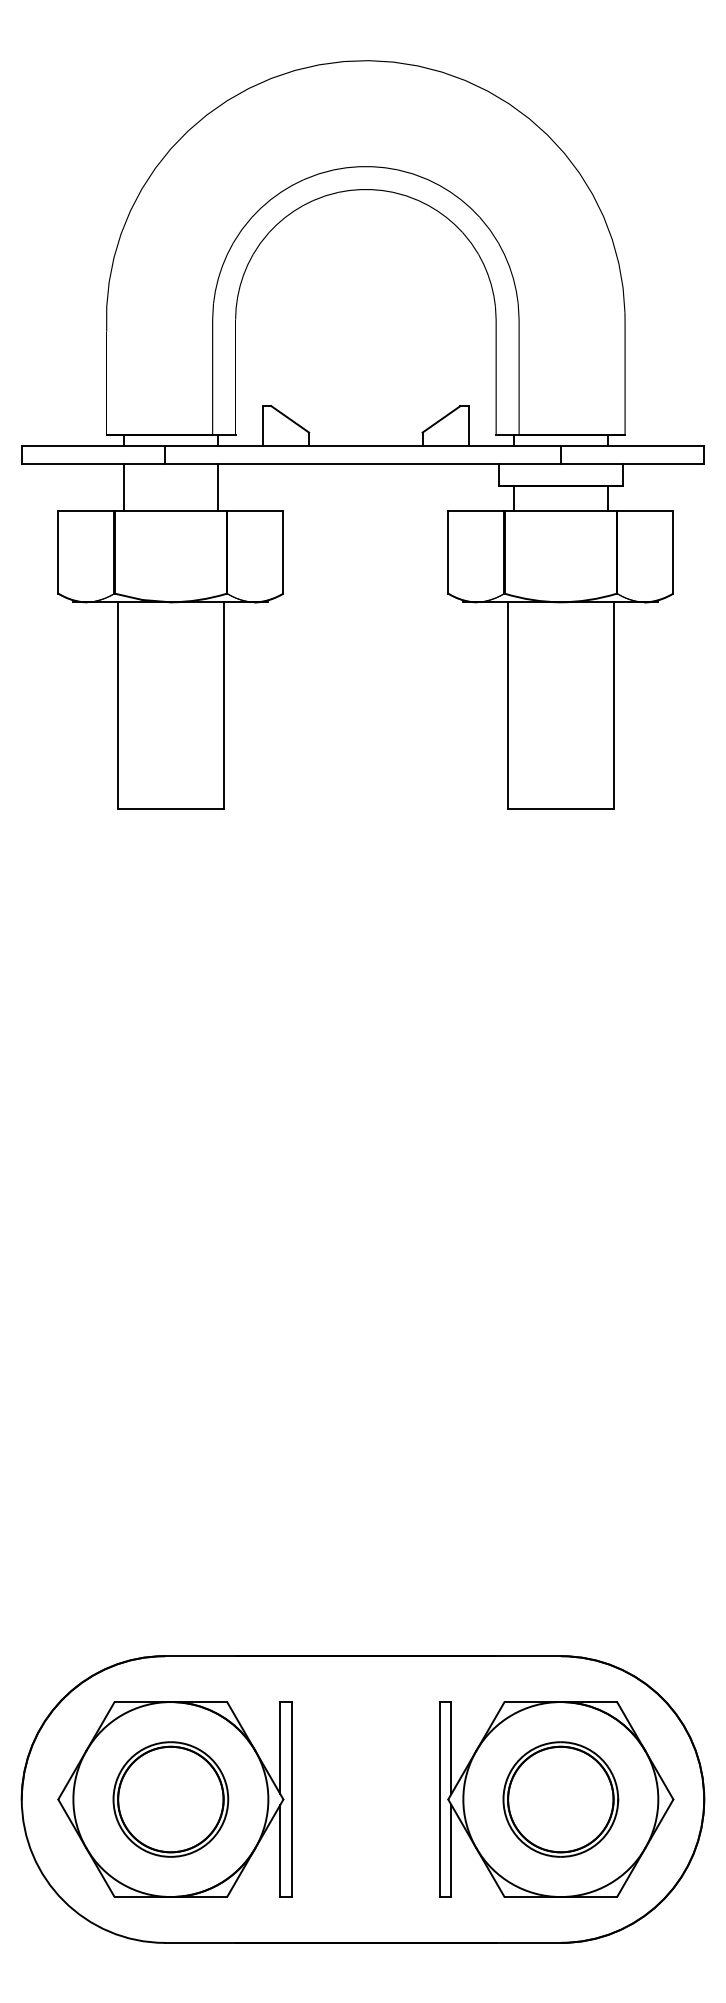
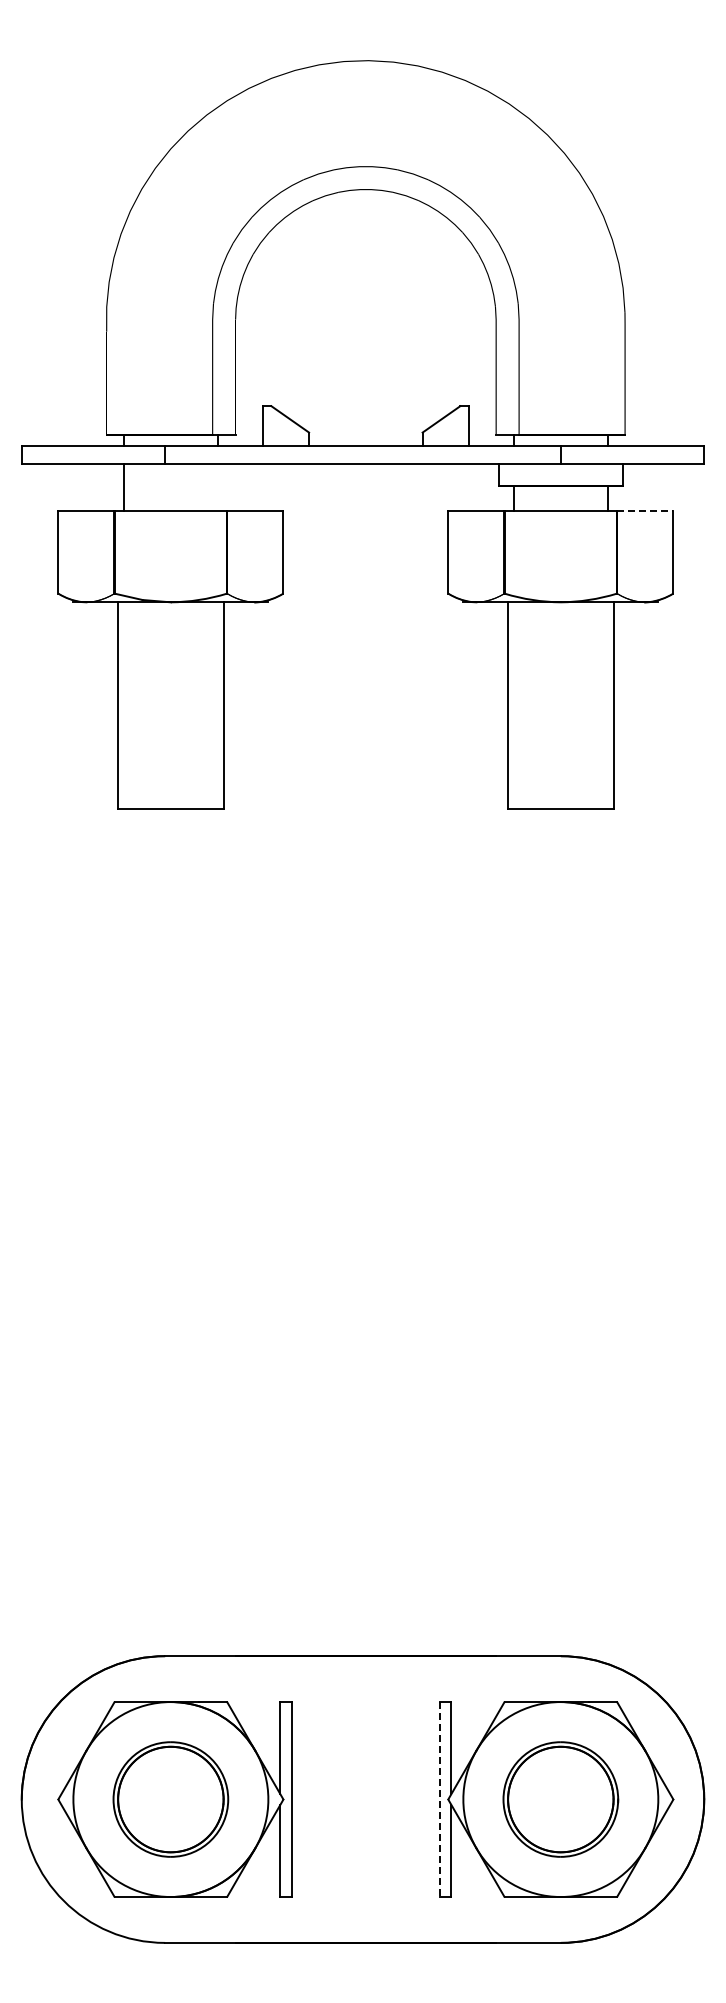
line at (217, 486): present -> none
line at (645, 510): solid -> dashed
line at (439, 1800): solid -> dashed
